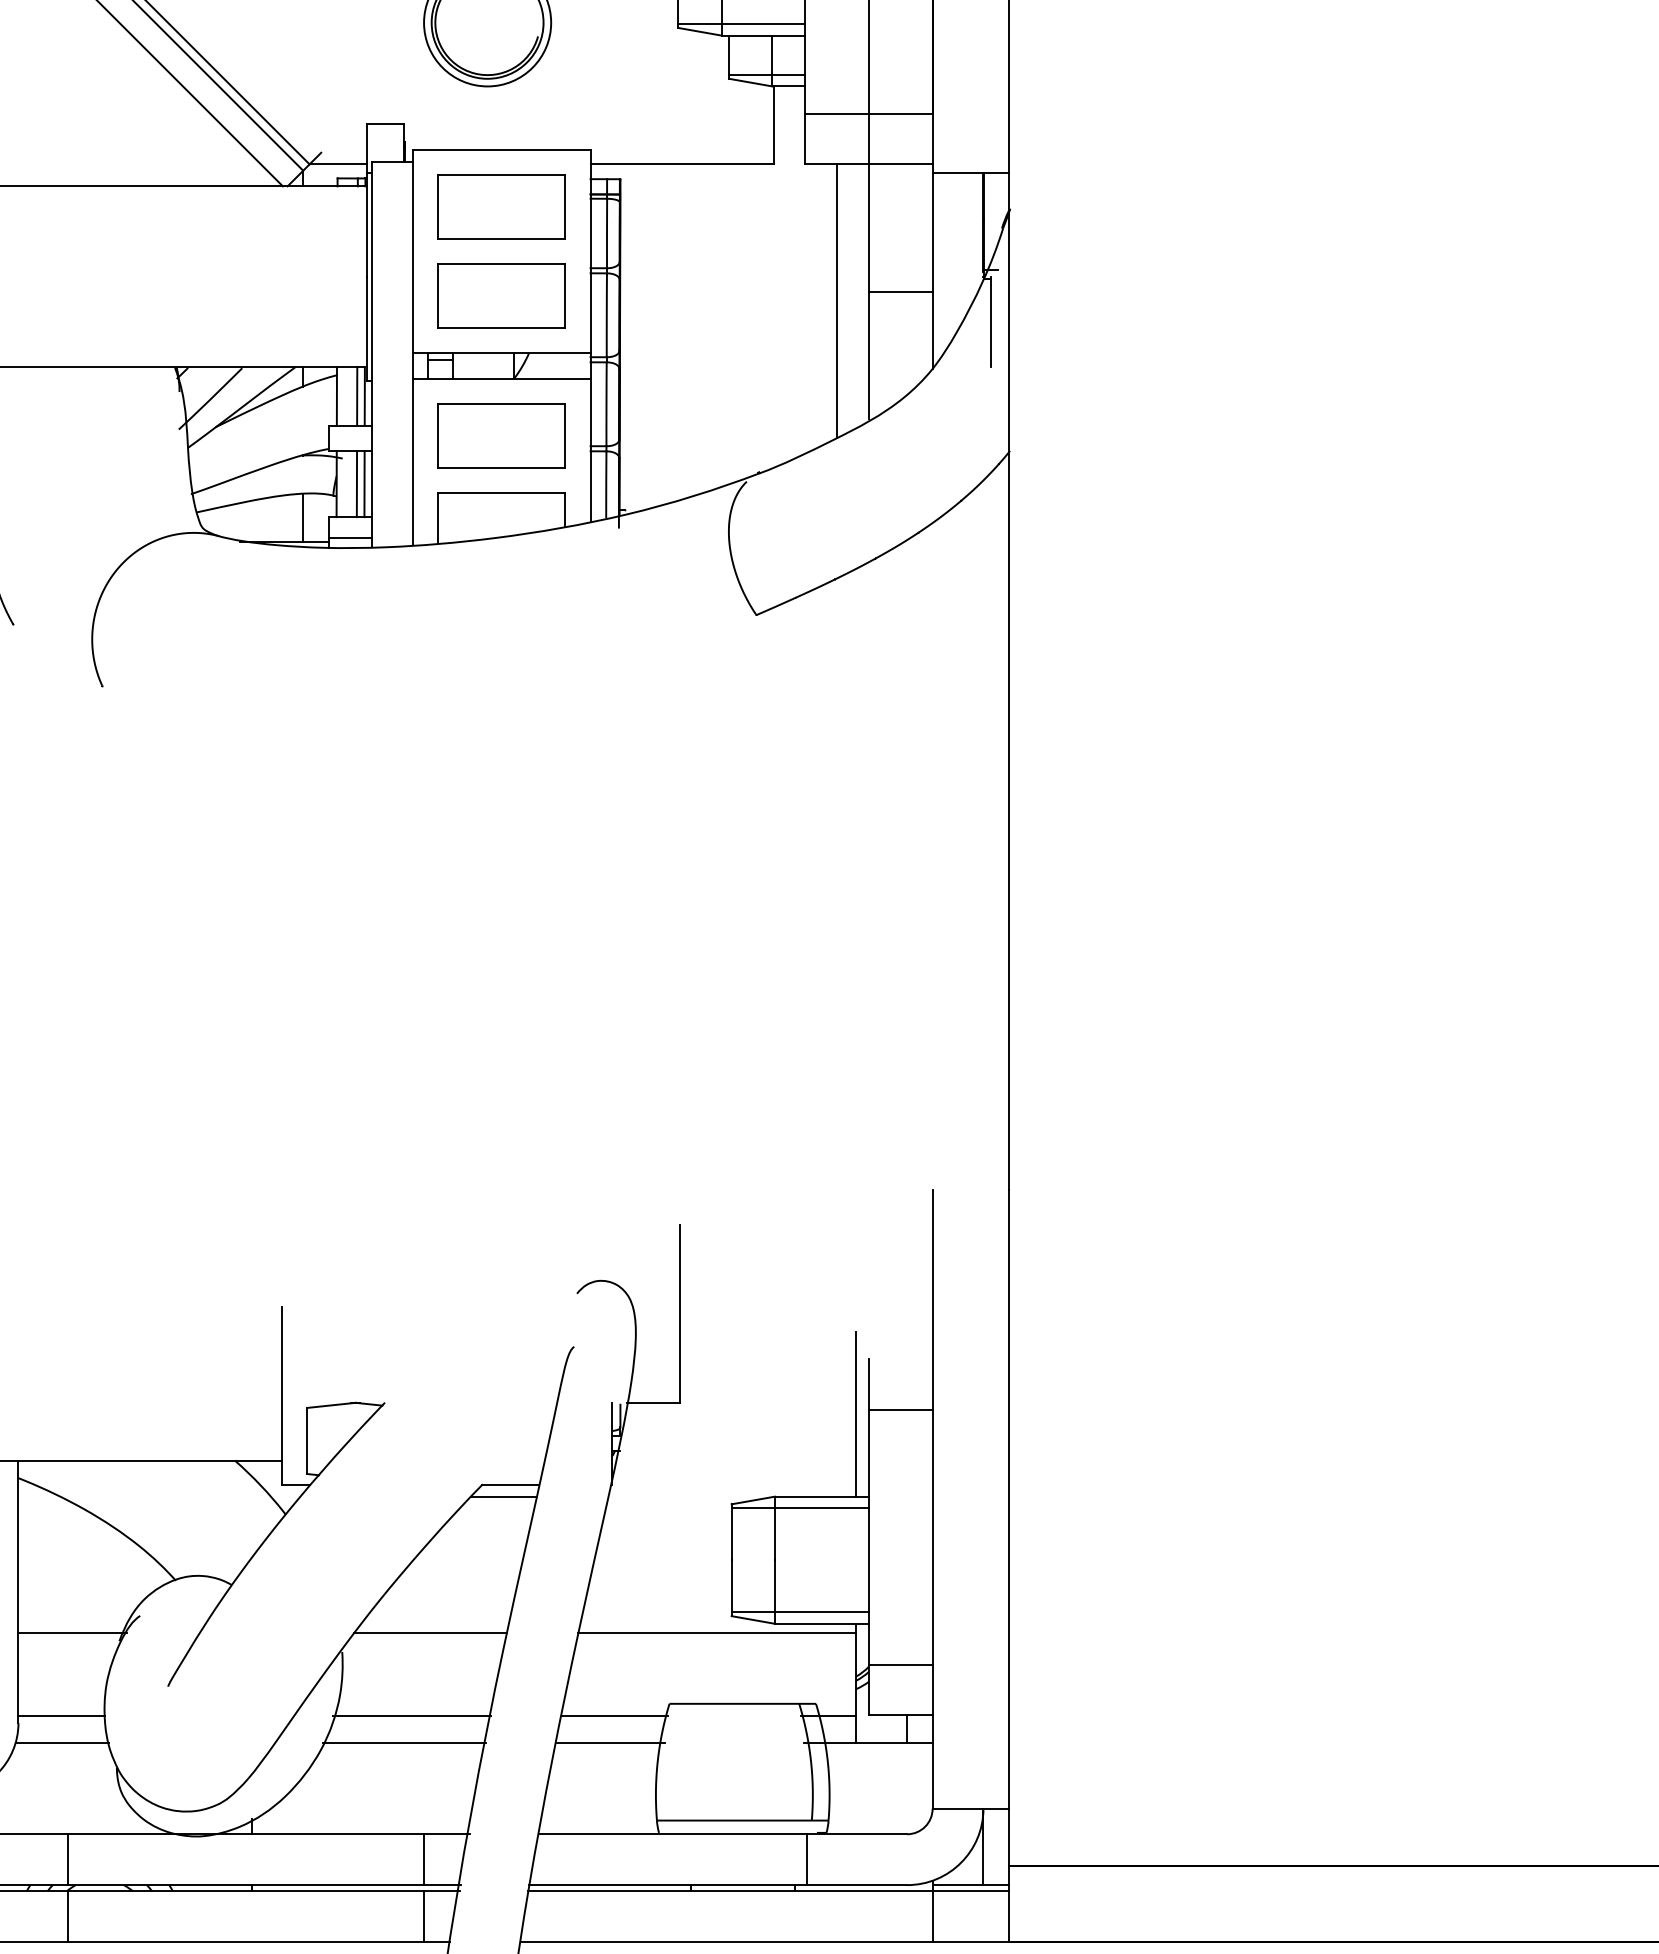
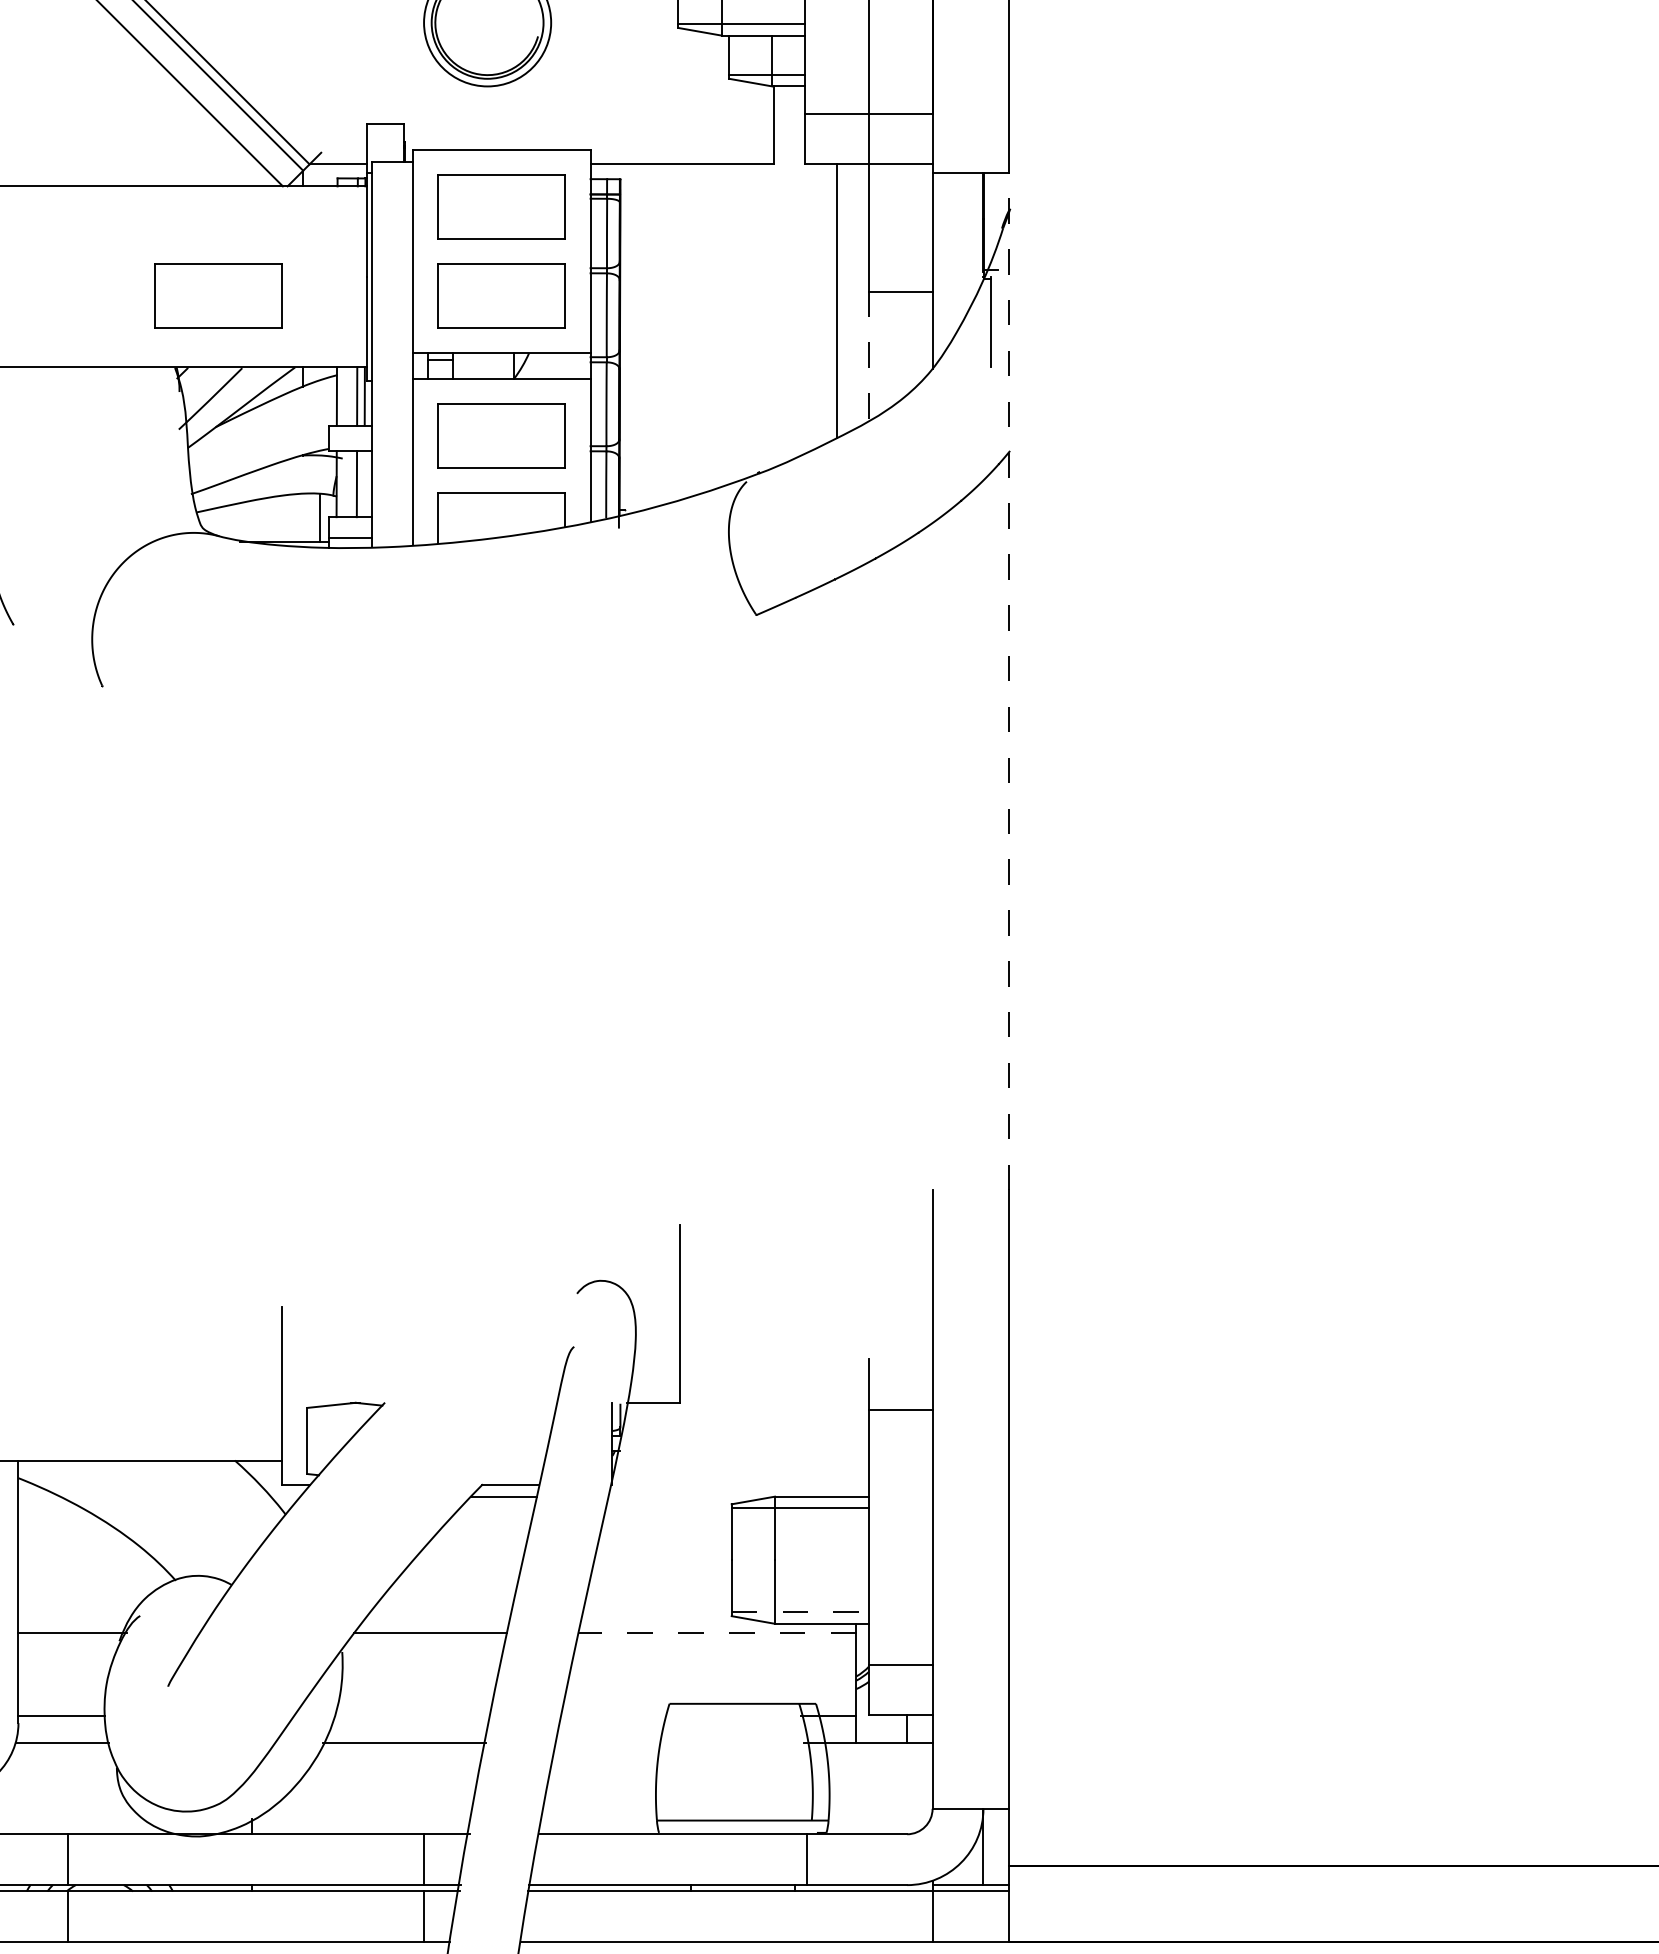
part at (218, 295): none -> present
line at (869, 355): solid -> dashed
line at (364, 484): present -> none
line at (303, 517) position: (303, 517) -> (320, 517)
line at (1008, 681): solid -> dashed
line at (856, 1414): present -> none
line at (800, 1612): solid -> dashed
line at (717, 1633): solid -> dashed
line at (411, 1715): present -> none
line at (615, 1715): present -> none
line at (610, 1743): present -> none
